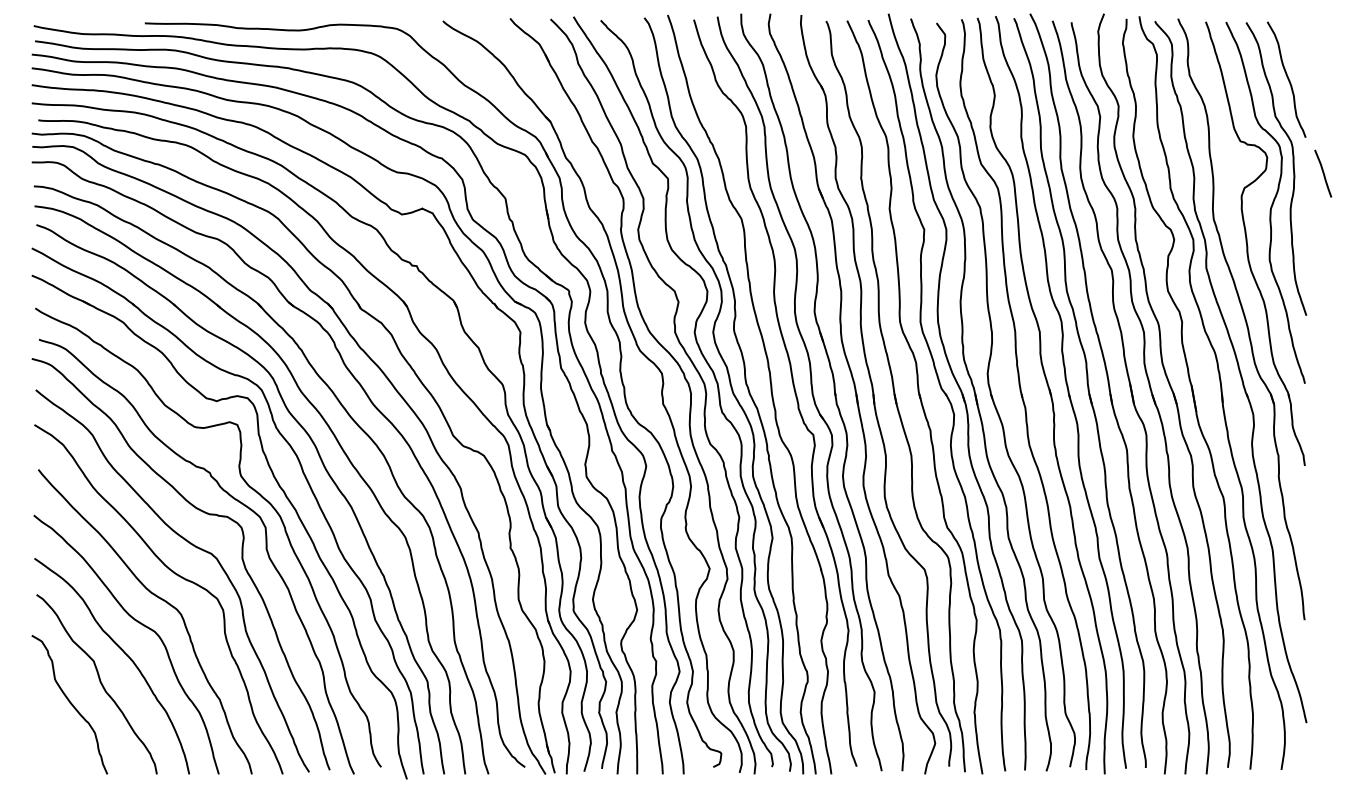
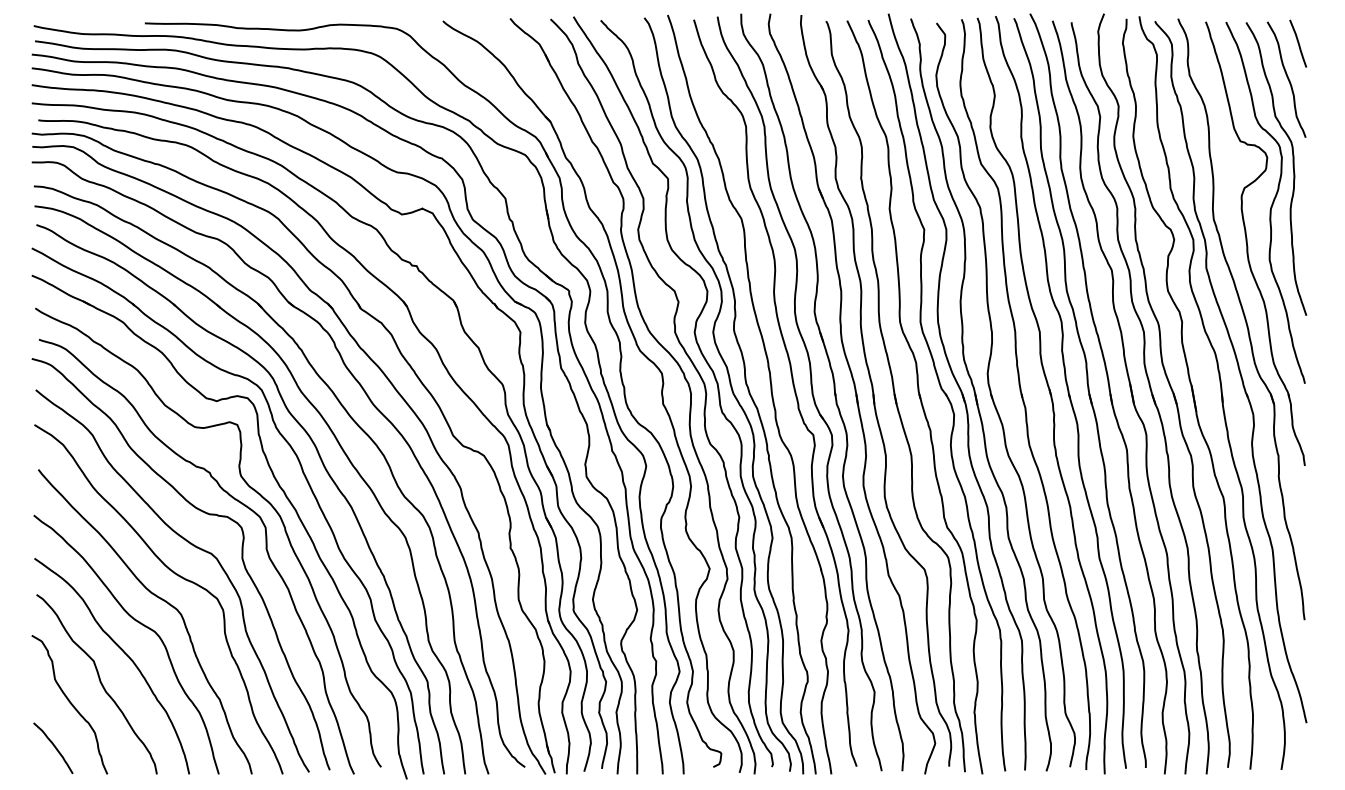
line at (1323, 173) position: (1323, 173) -> (1298, 43)
curve at (54, 747): none -> present
